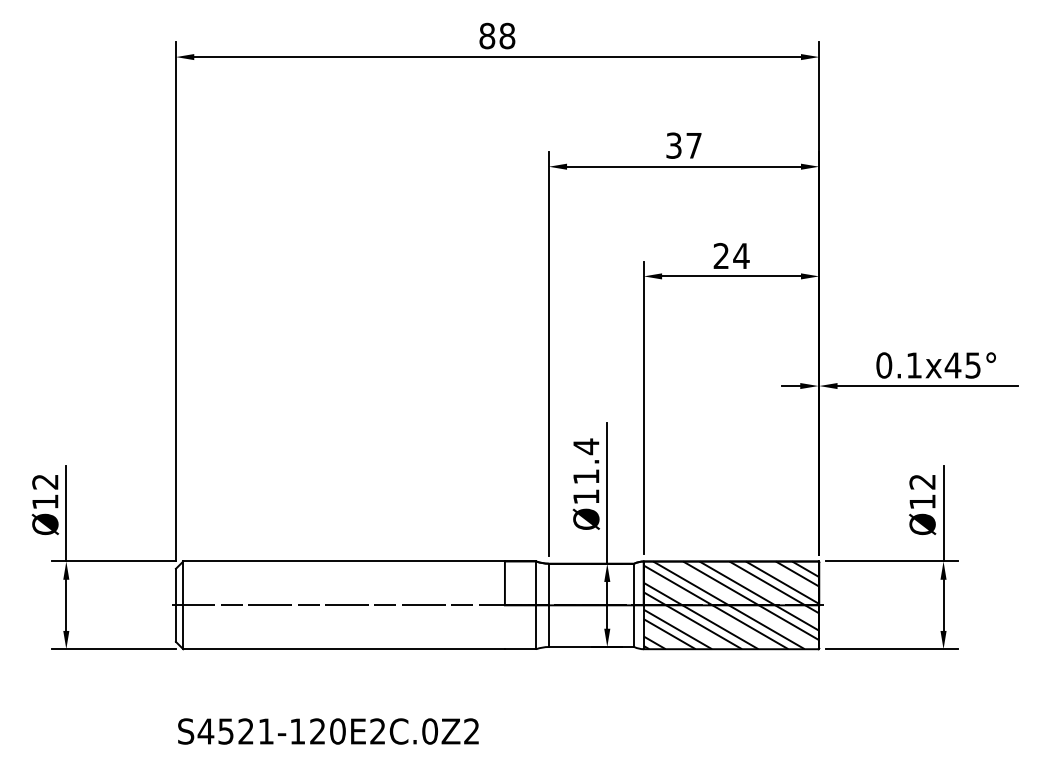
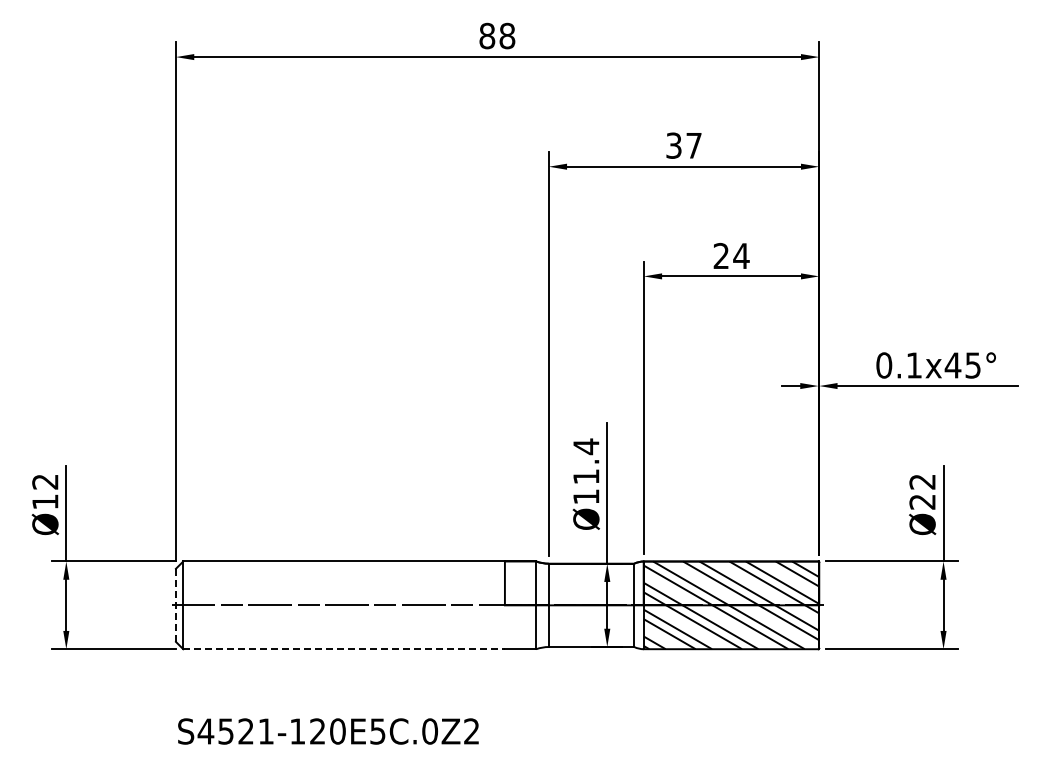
text at (922, 501): Ø12 -> Ø22
line at (175, 605): solid -> dashed
line at (344, 649): solid -> dashed
text at (377, 731): S4521-120E2C.0Z2 -> S4521-120E5C.0Z2
